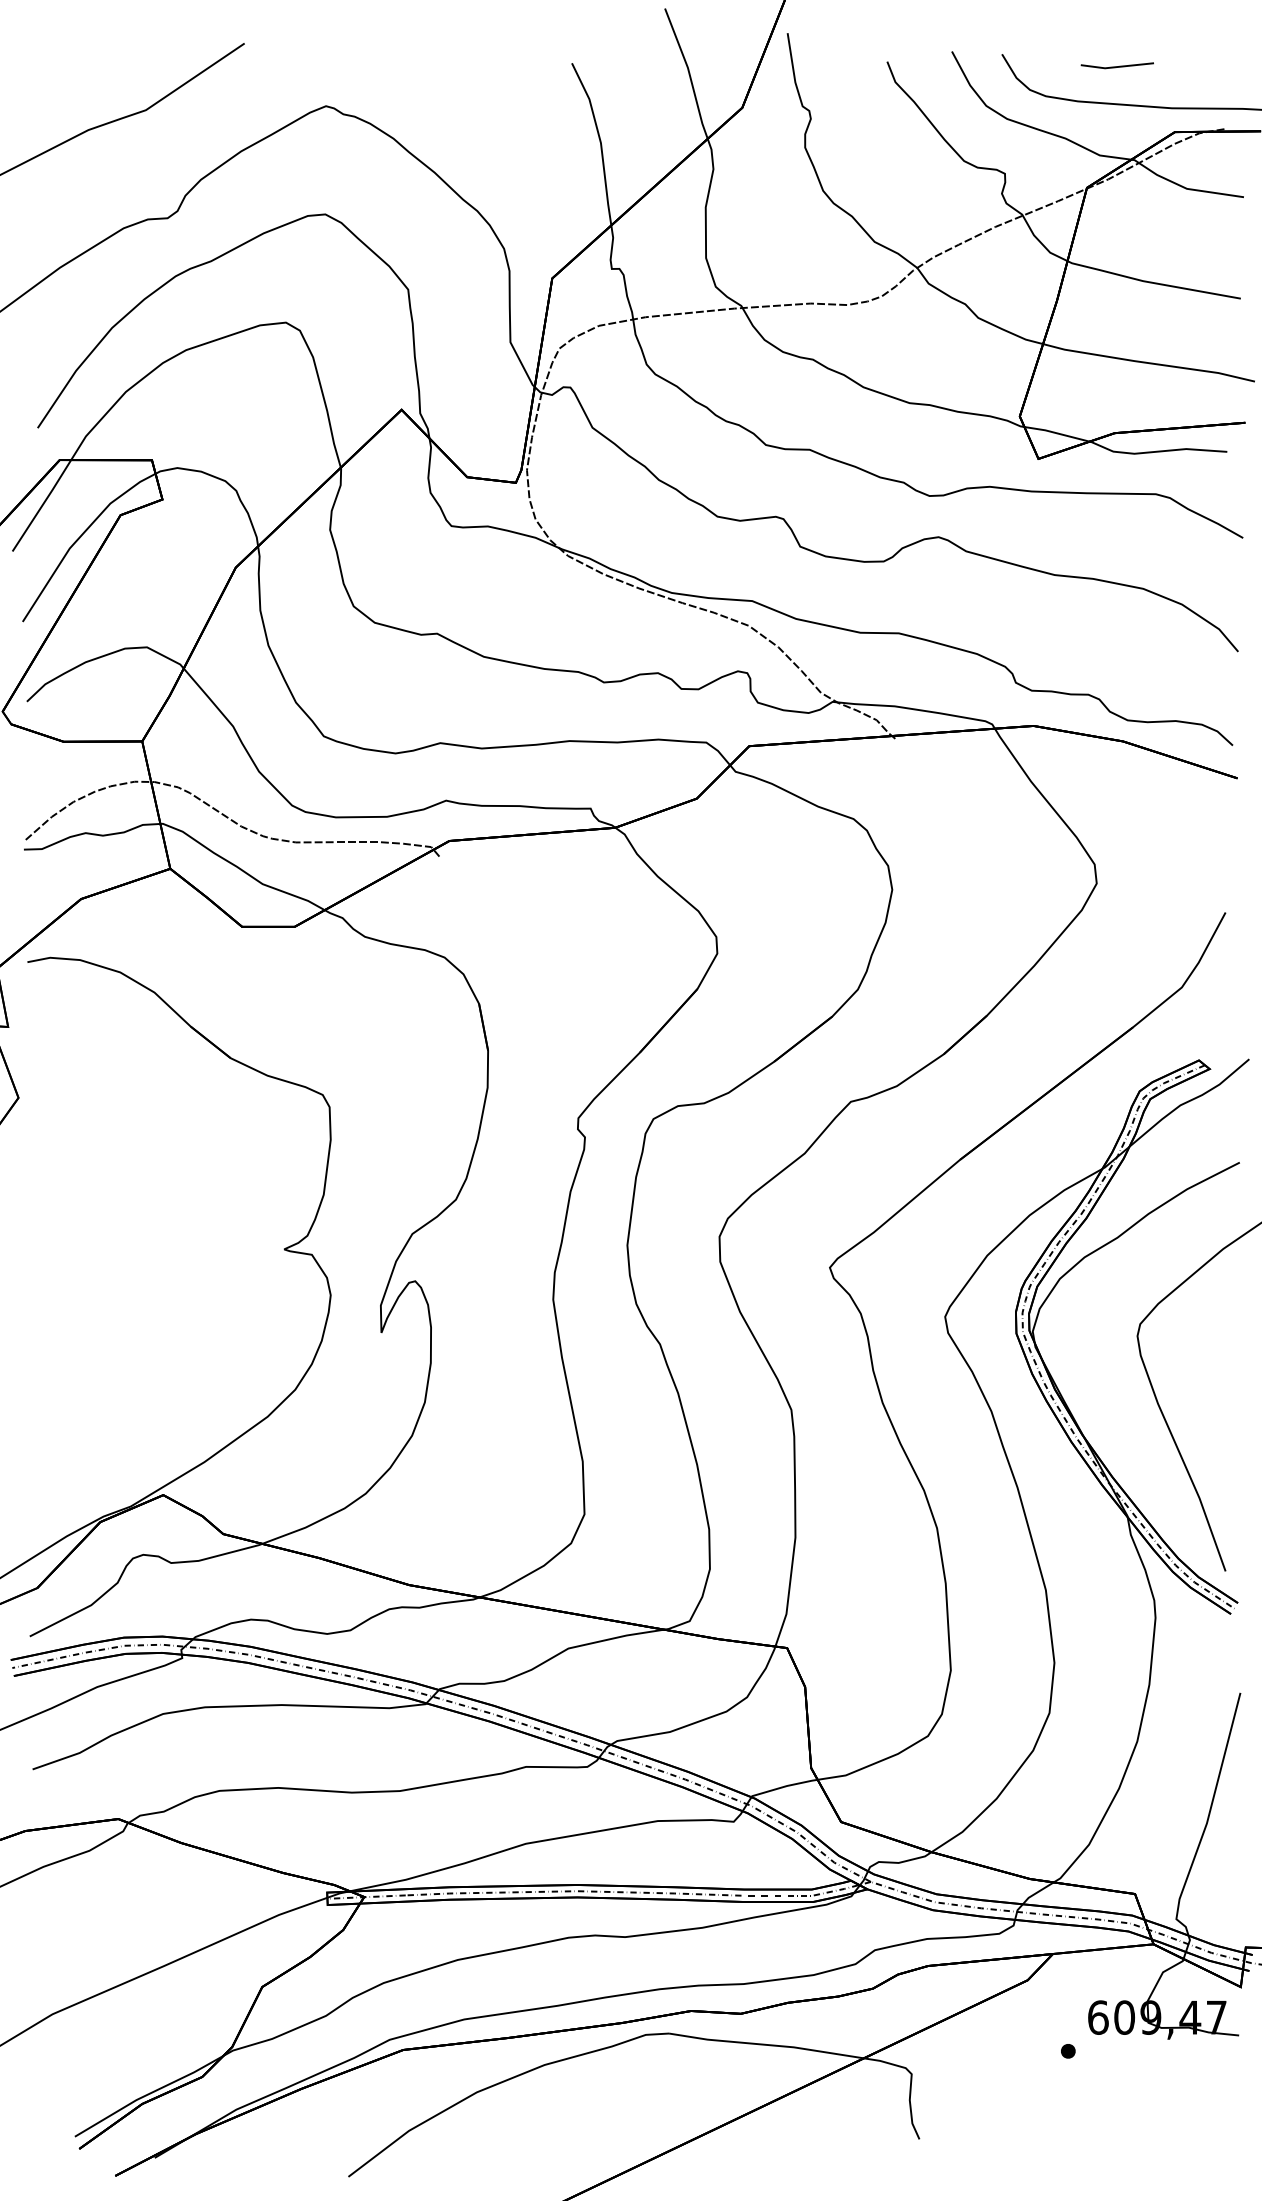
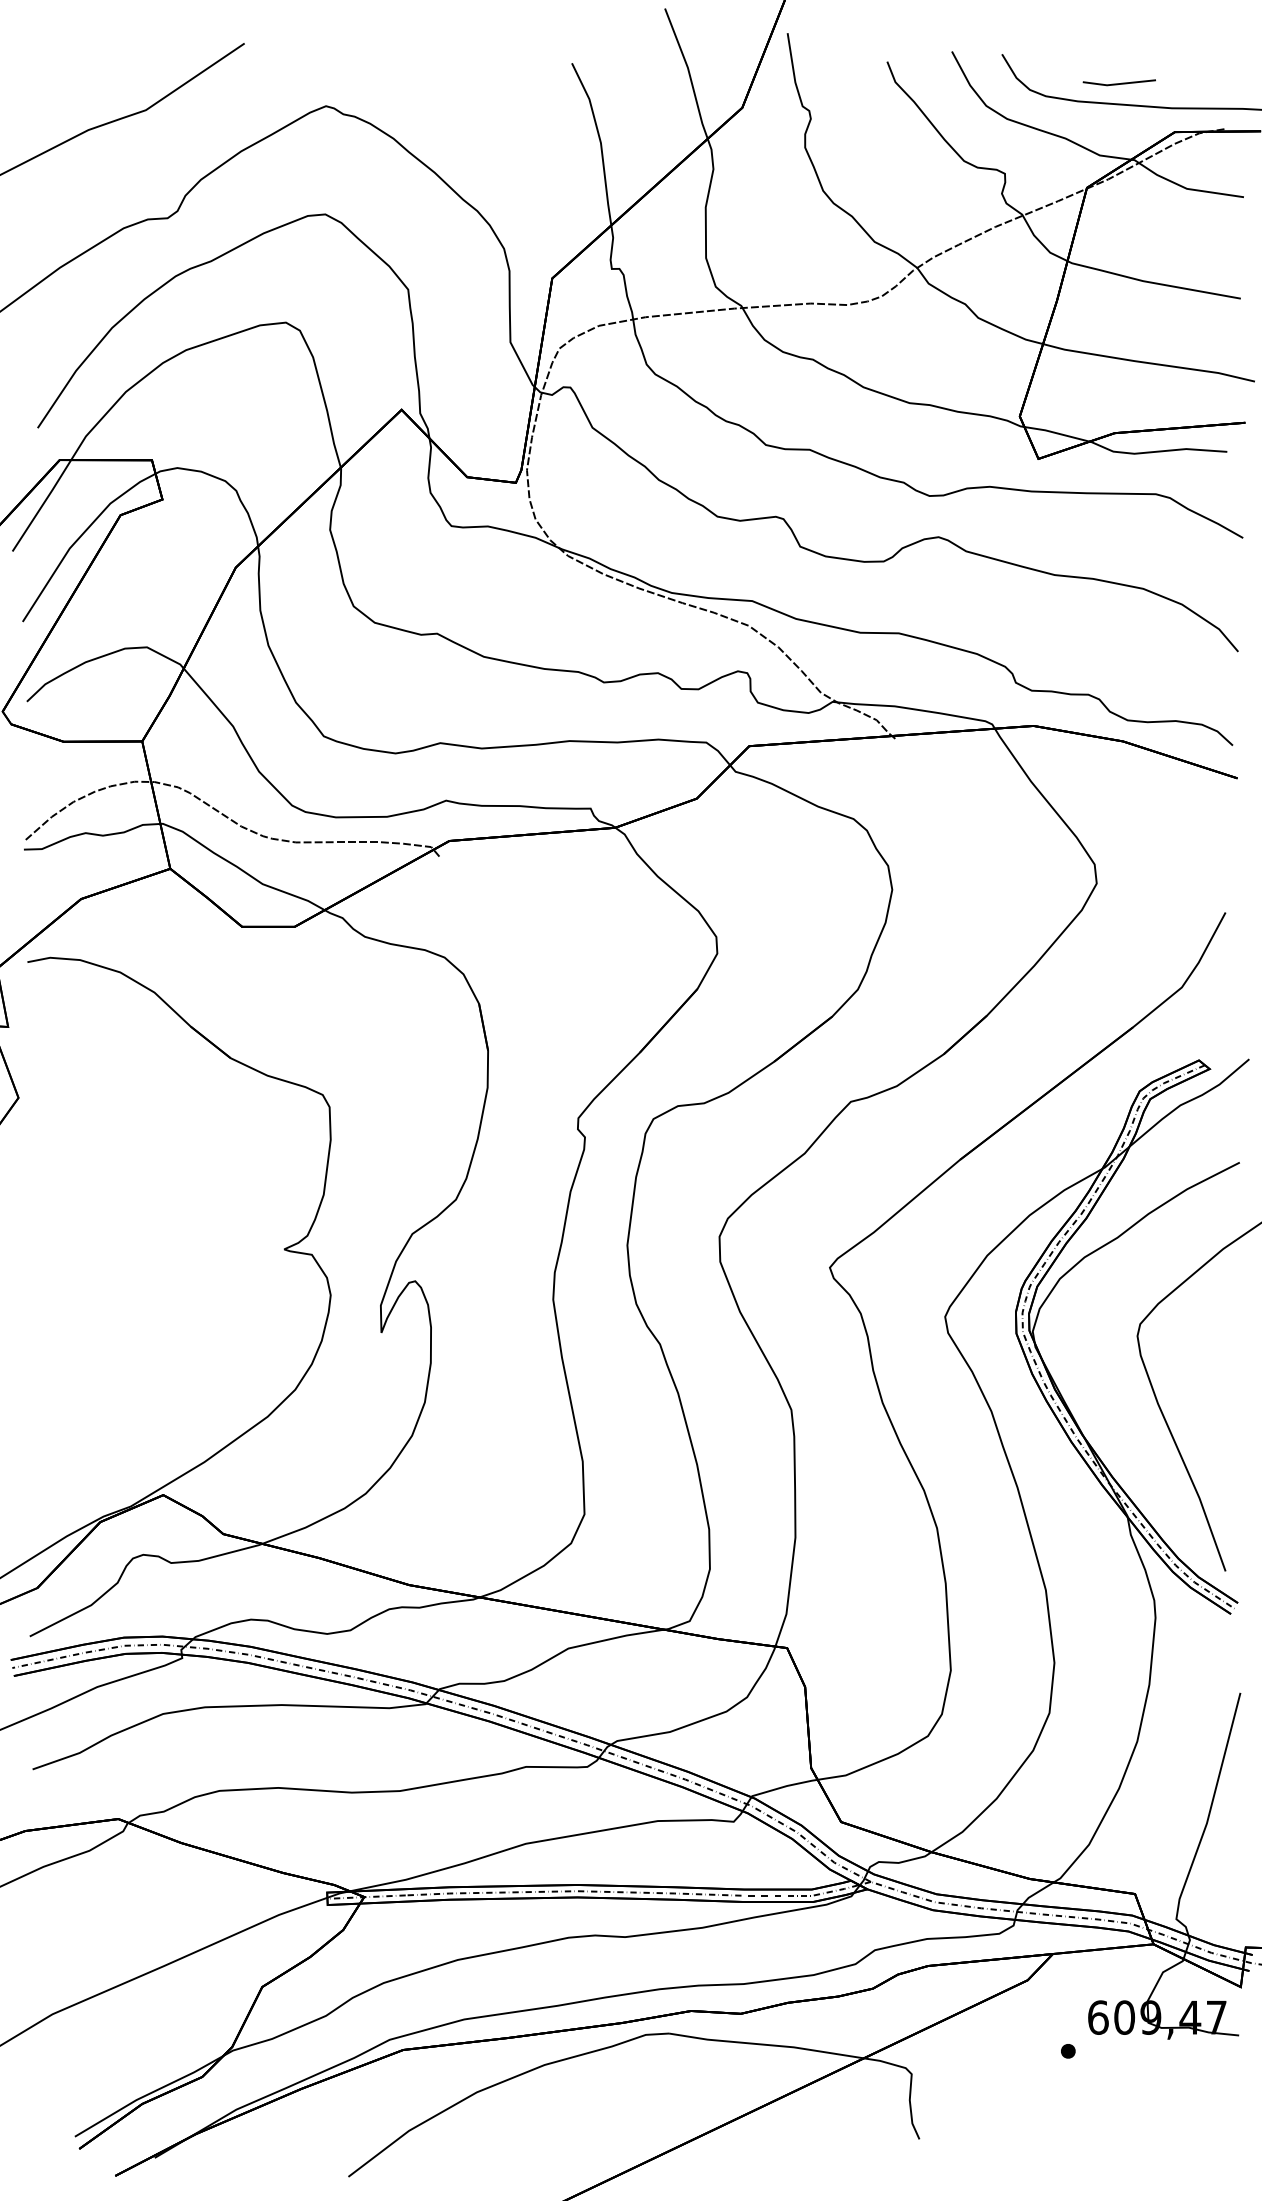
line at (1116, 66) position: (1116, 66) -> (1118, 83)
